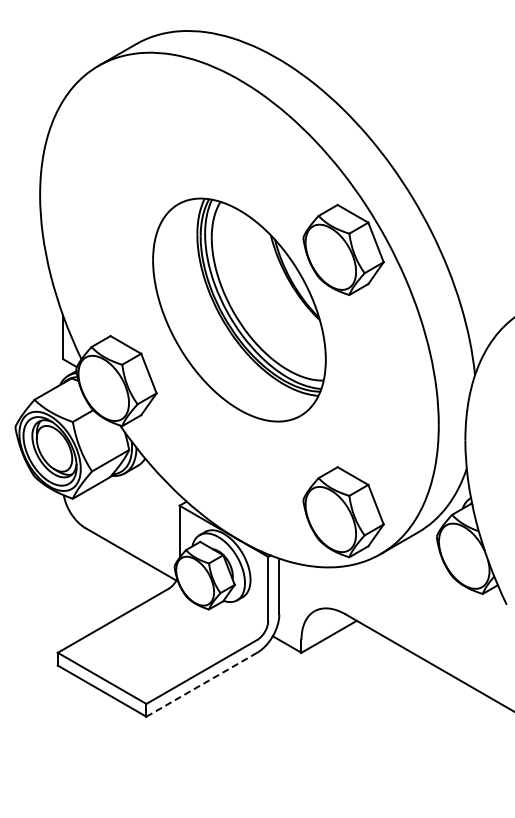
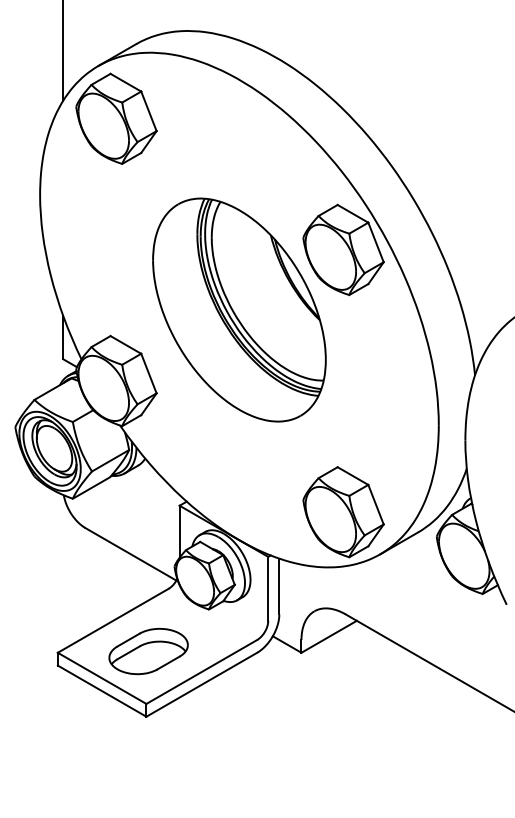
line at (63, 51): none -> present
part at (116, 118): none -> present
part at (148, 651): none -> present
line at (201, 684): dashed -> solid
